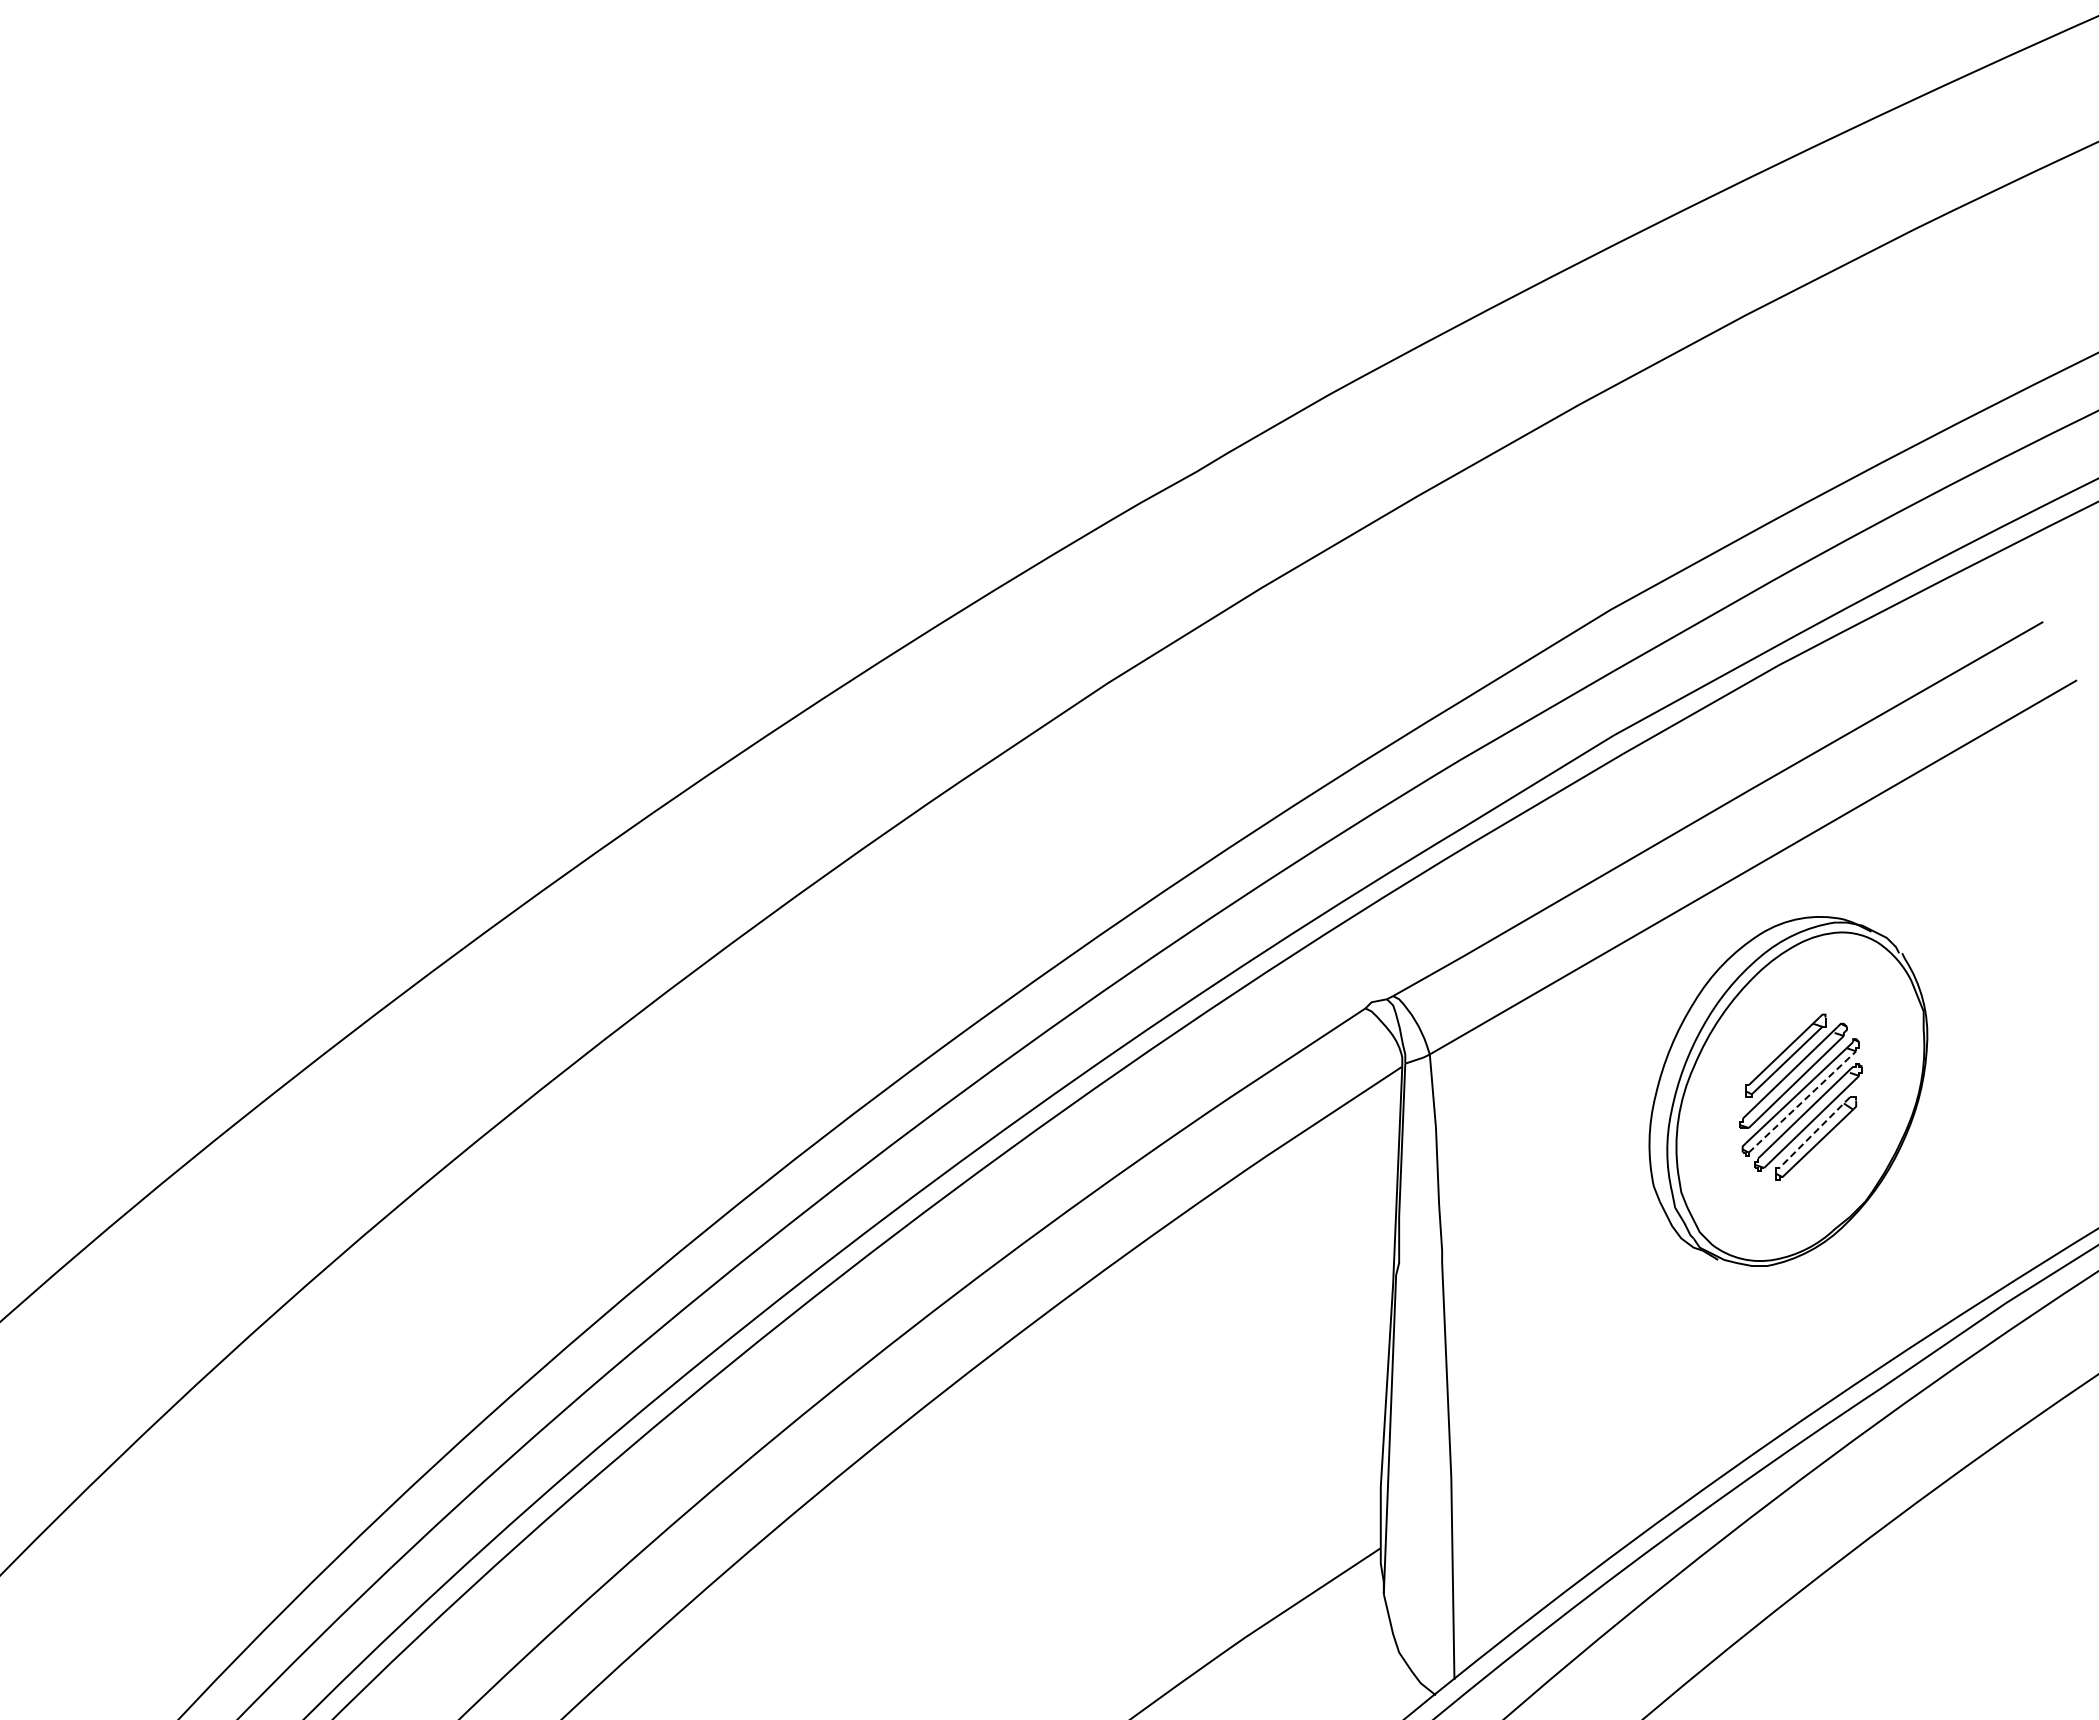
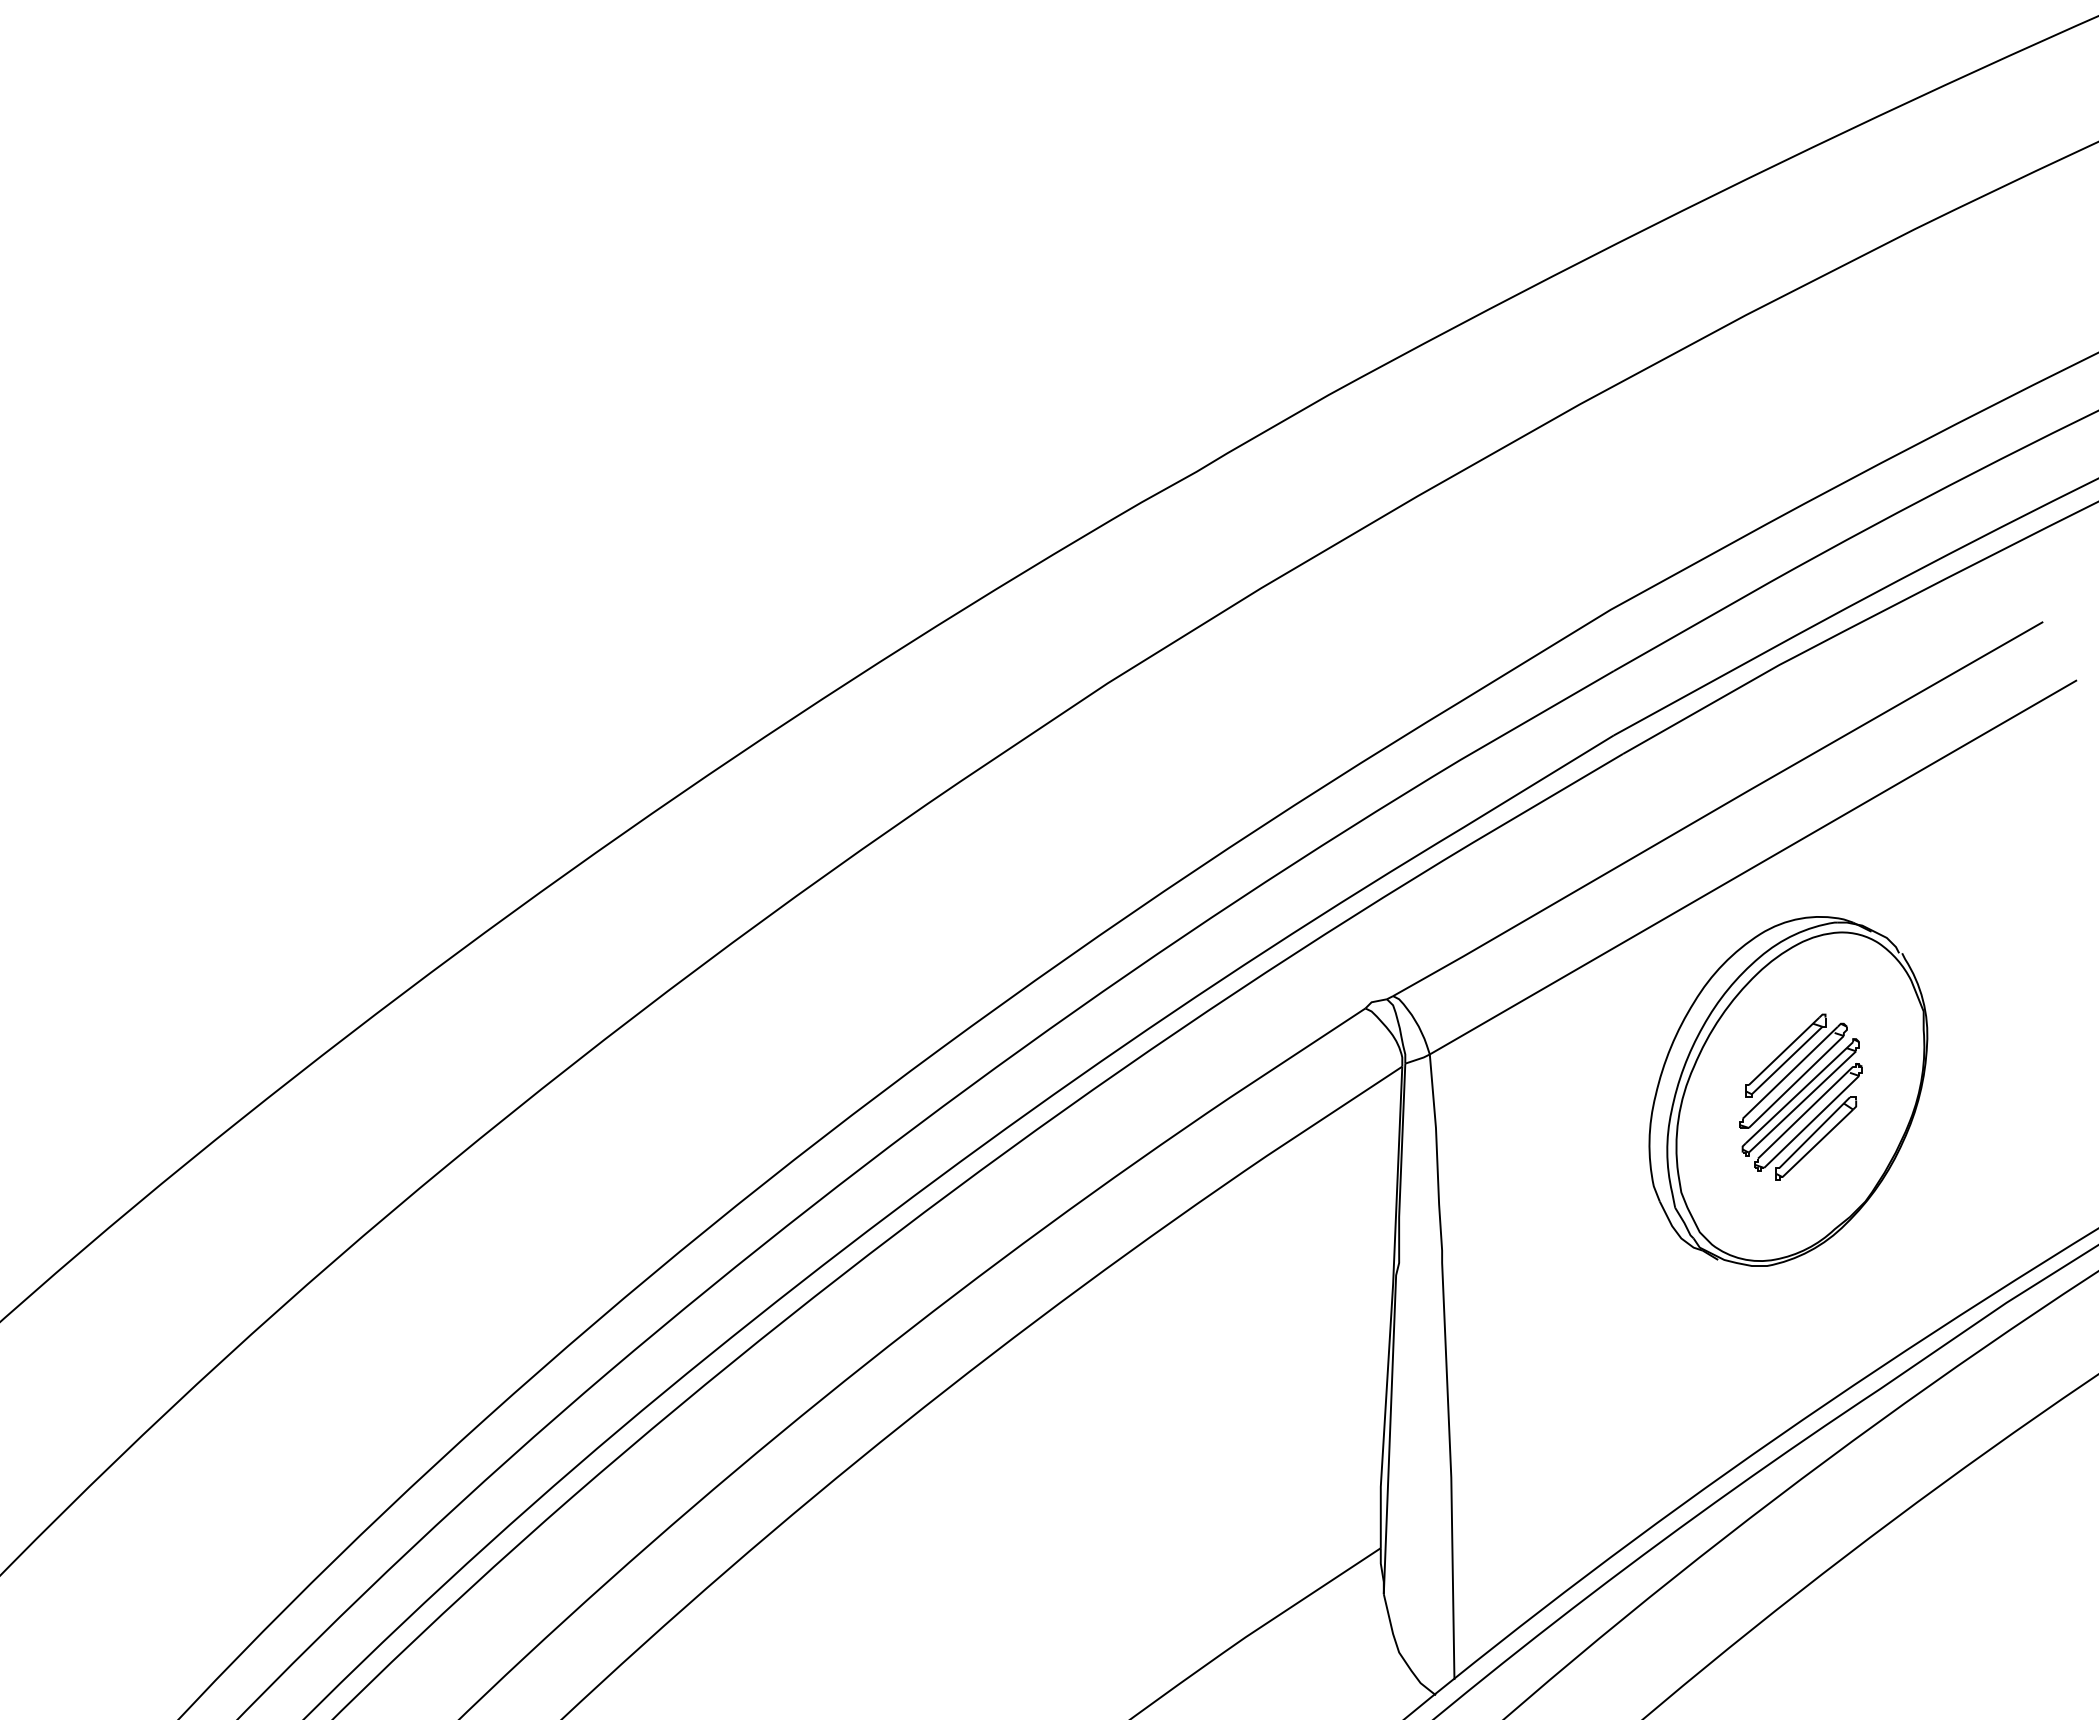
line at (1802, 1101): dashed -> solid
line at (1814, 1132): dashed -> solid
